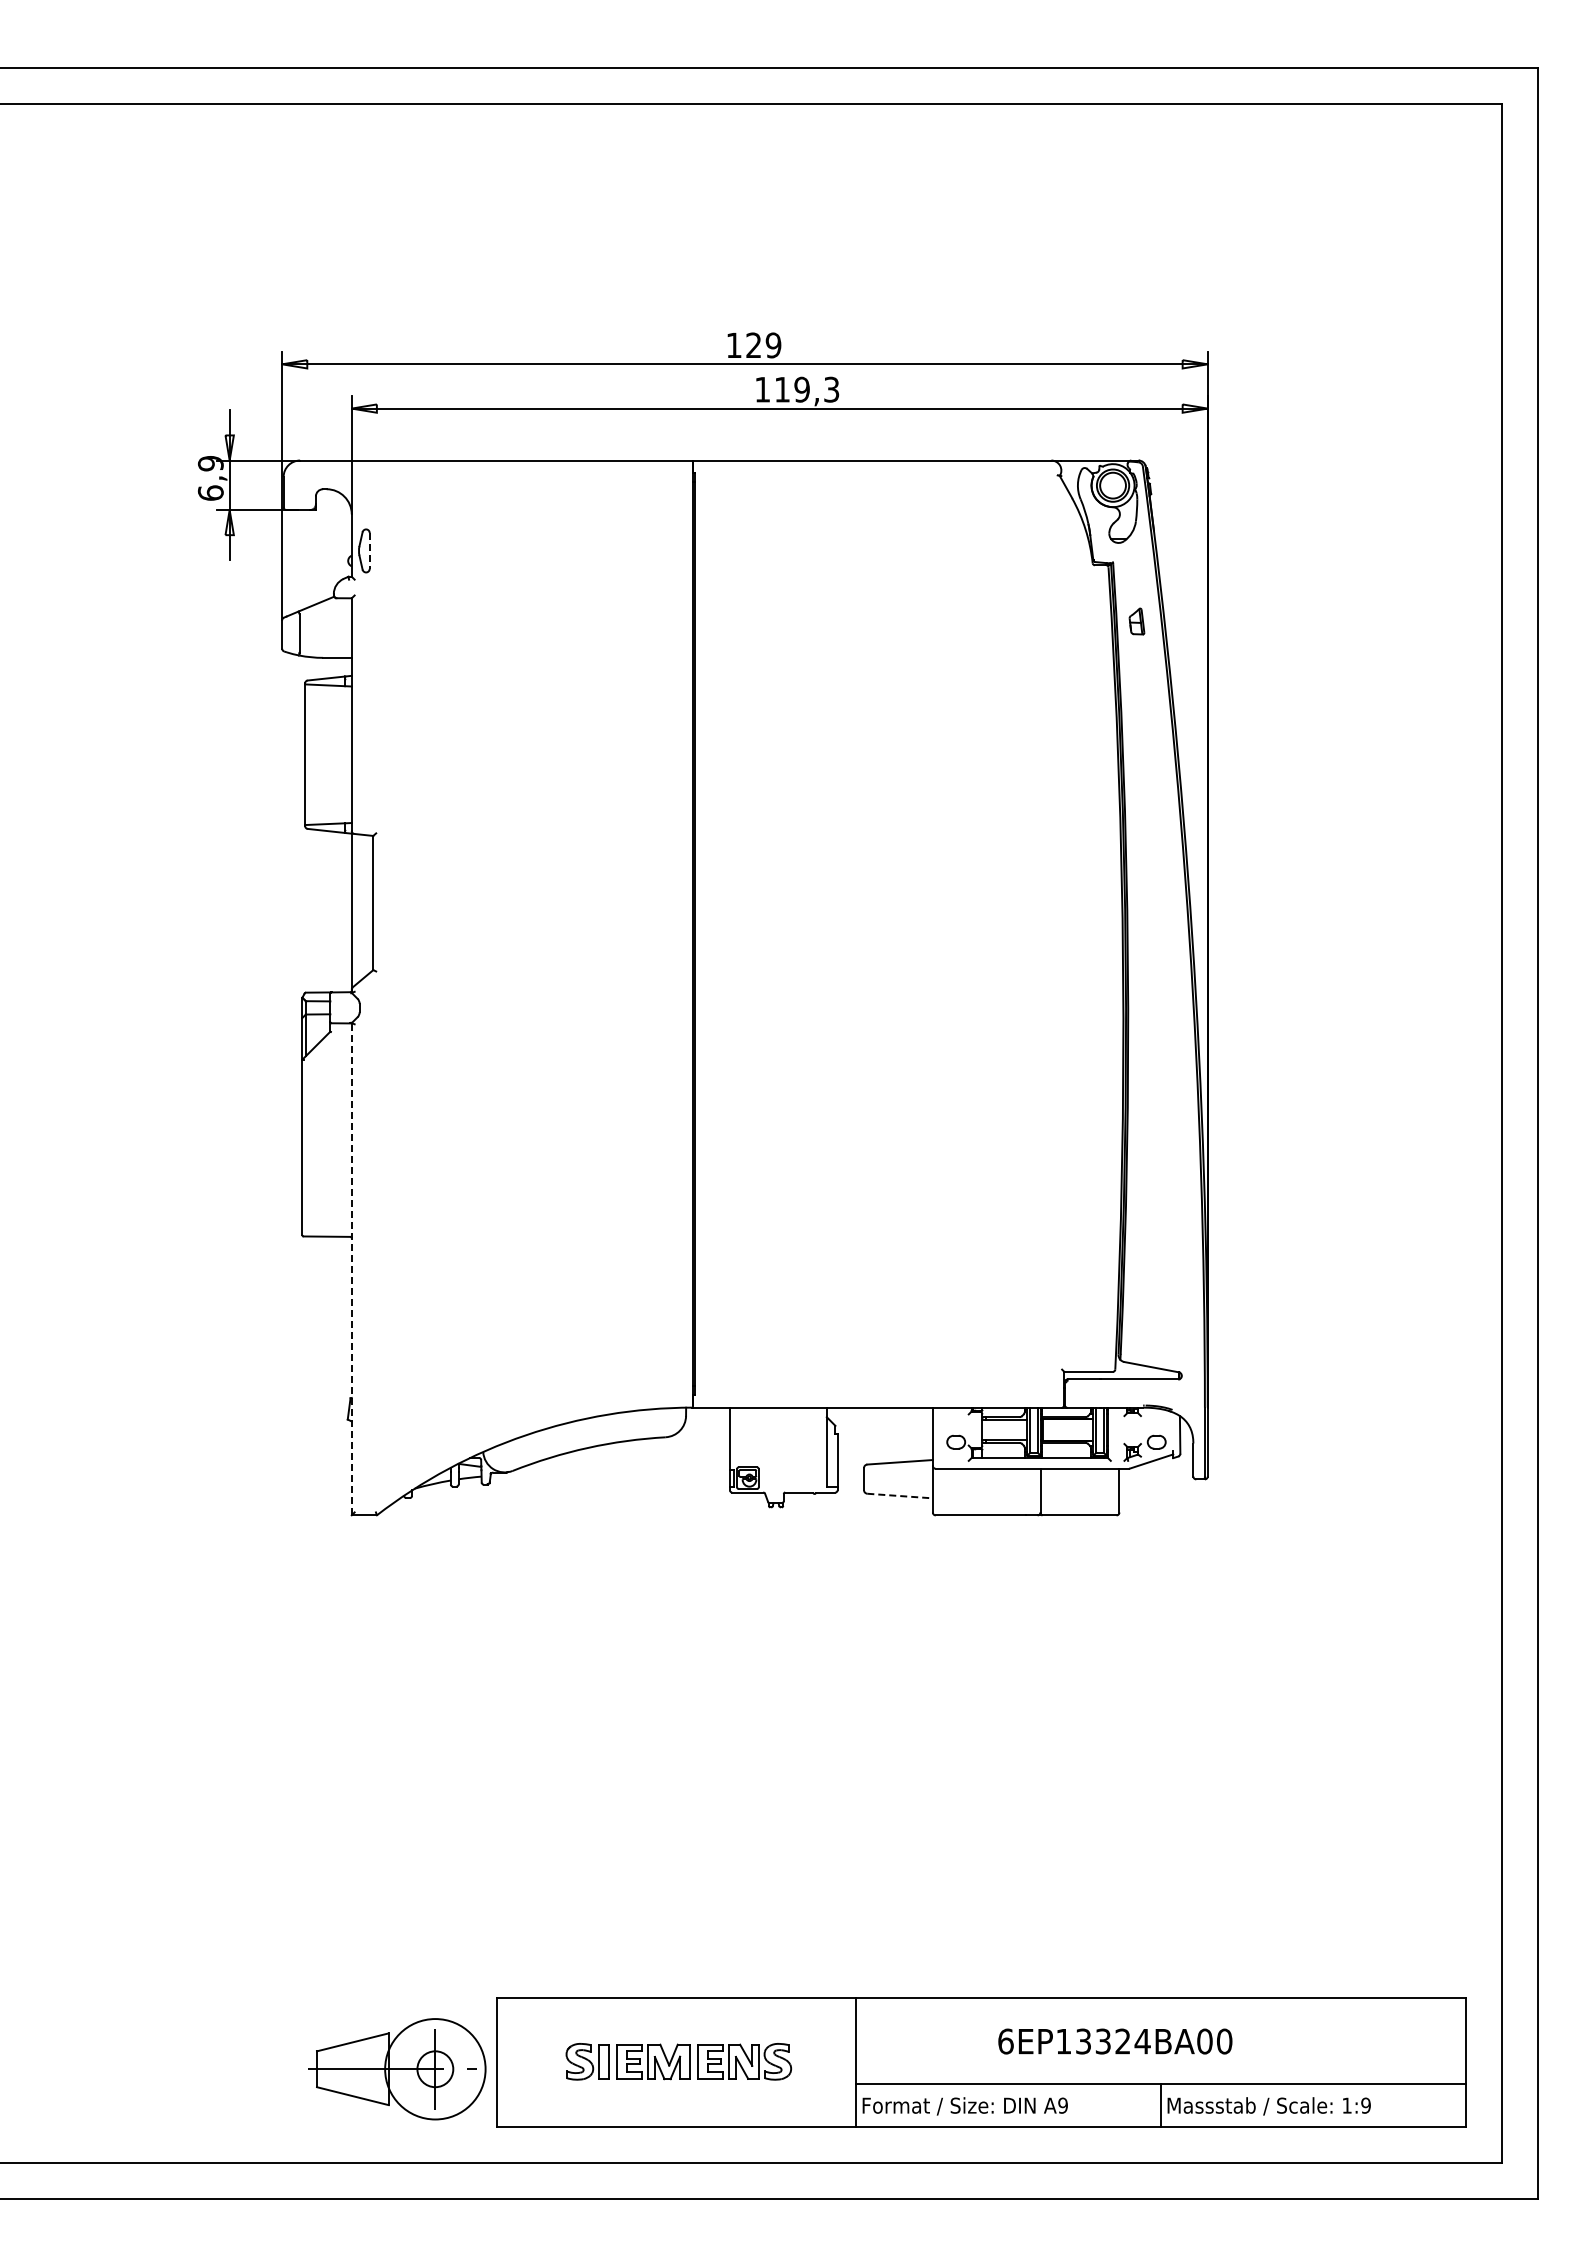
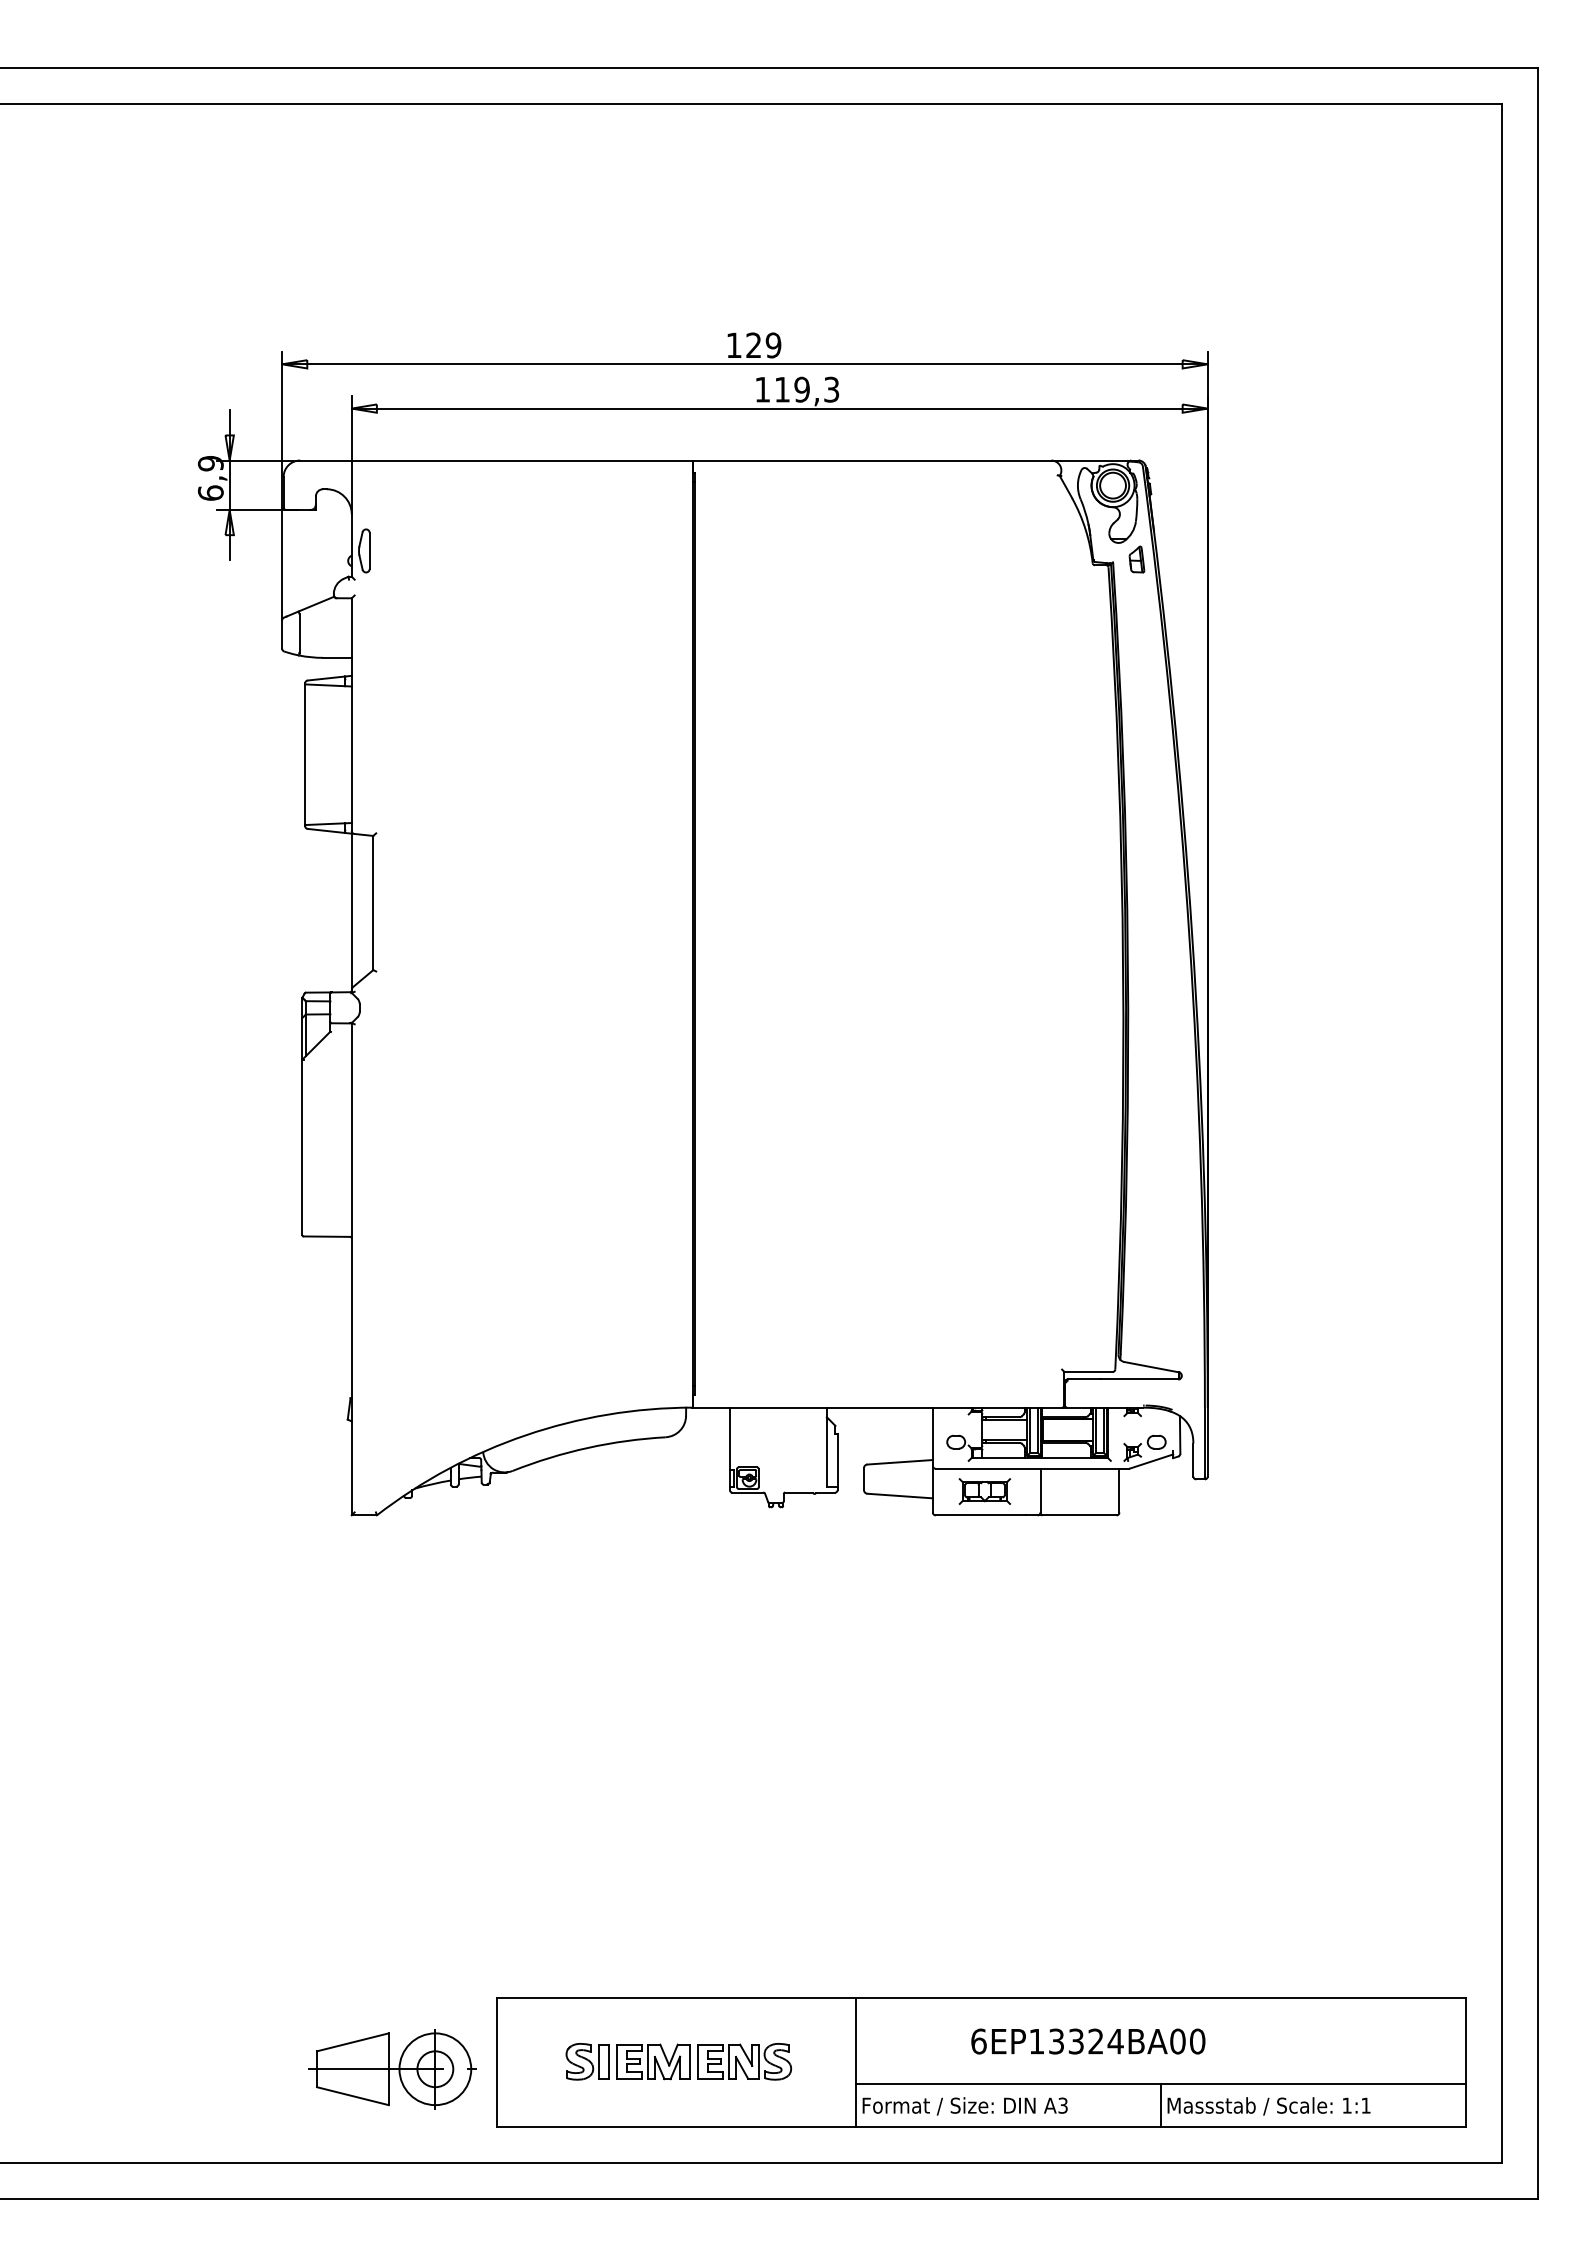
line at (369, 550): dashed -> solid
part at (1136, 621) position: (1136, 621) -> (1136, 559)
line at (351, 1268): dashed -> solid
part at (984, 1491): none -> present
line at (900, 1496): dashed -> solid
text at (1115, 2041) position: (1115, 2041) -> (1088, 2041)
circle at (435, 2069) diameter: 100 px -> 72 px
text at (1062, 2105): A9 -> A3
text at (1365, 2105): 1:9 -> 1:1
